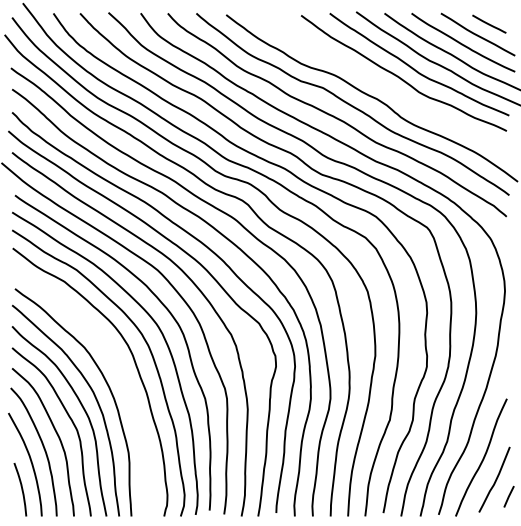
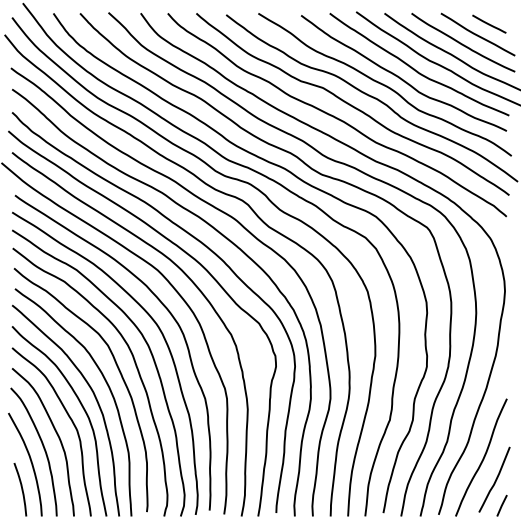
curve at (384, 84): none -> present
curve at (119, 373): none -> present
line at (508, 496) position: (508, 496) -> (501, 505)
